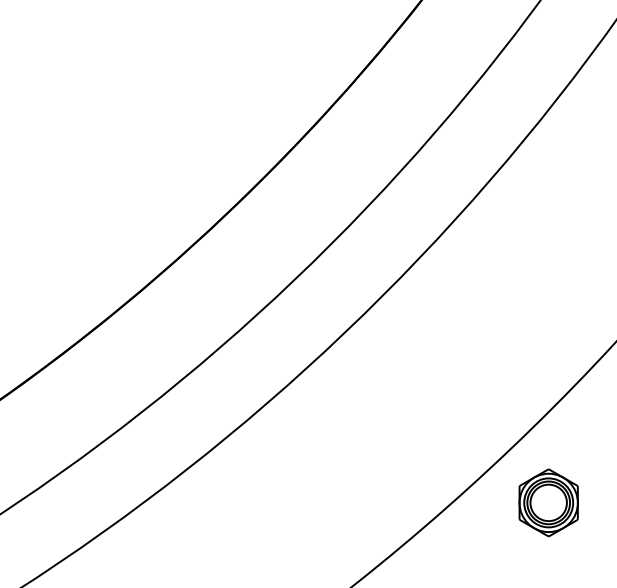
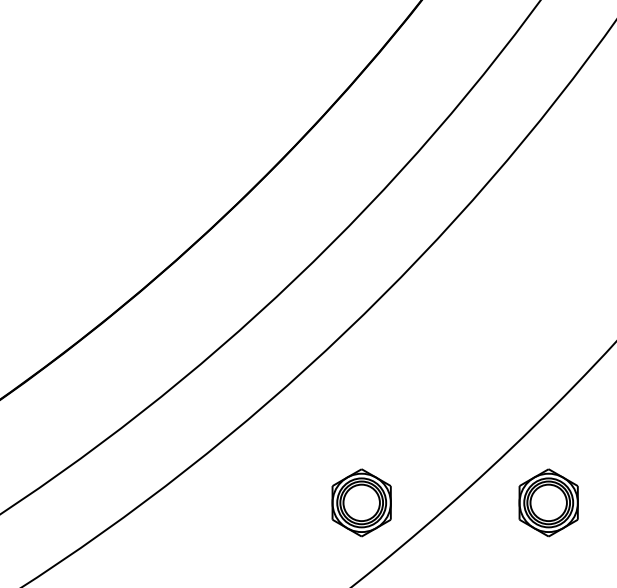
part at (361, 502): none -> present
